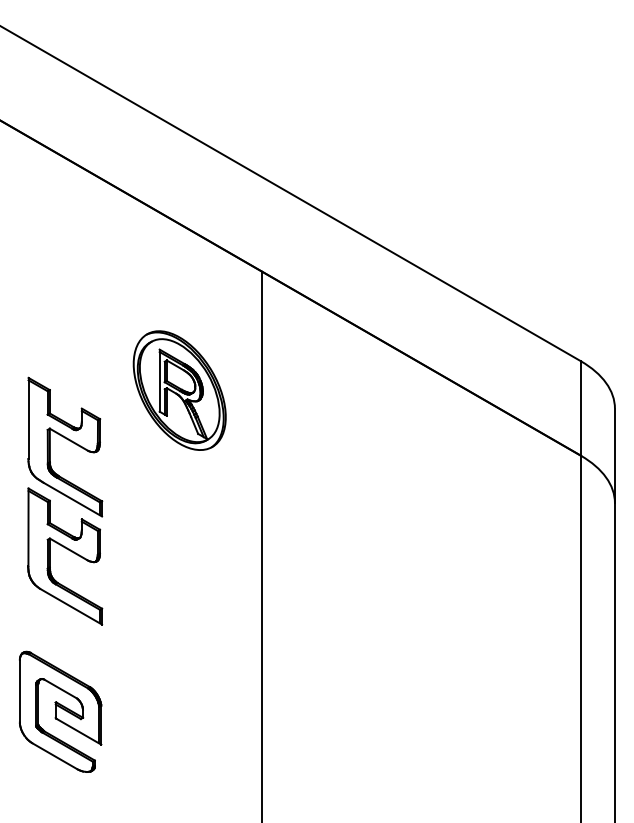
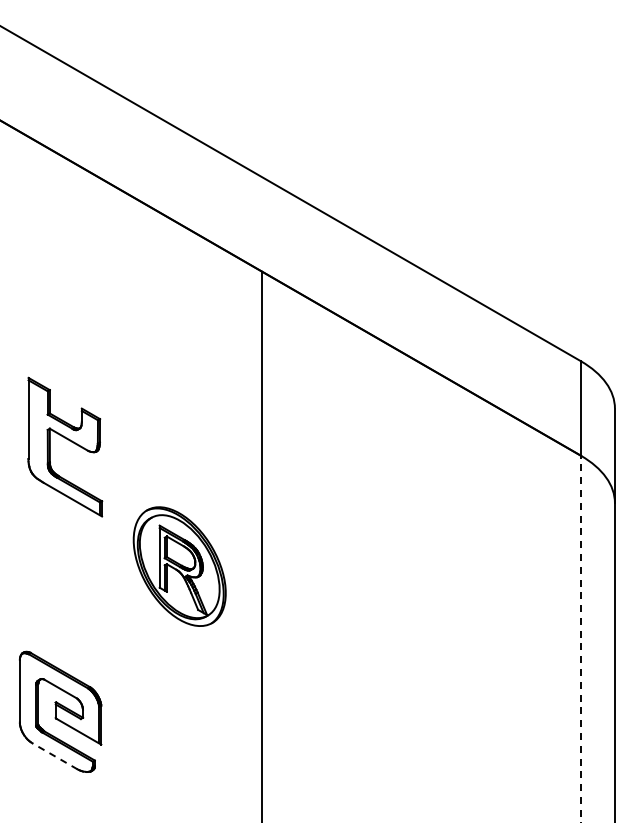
part at (179, 390) position: (179, 390) -> (179, 566)
part at (68, 550): present -> none
line at (581, 638): solid -> dashed
line at (54, 756): solid -> dashed
